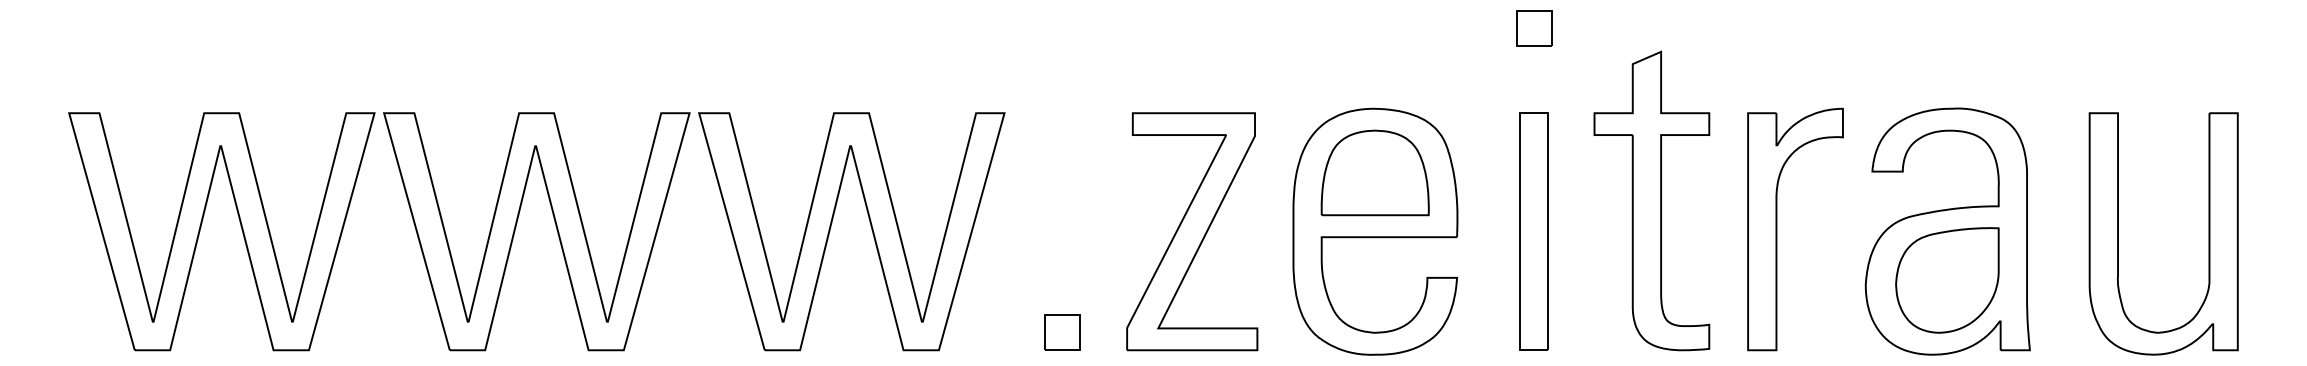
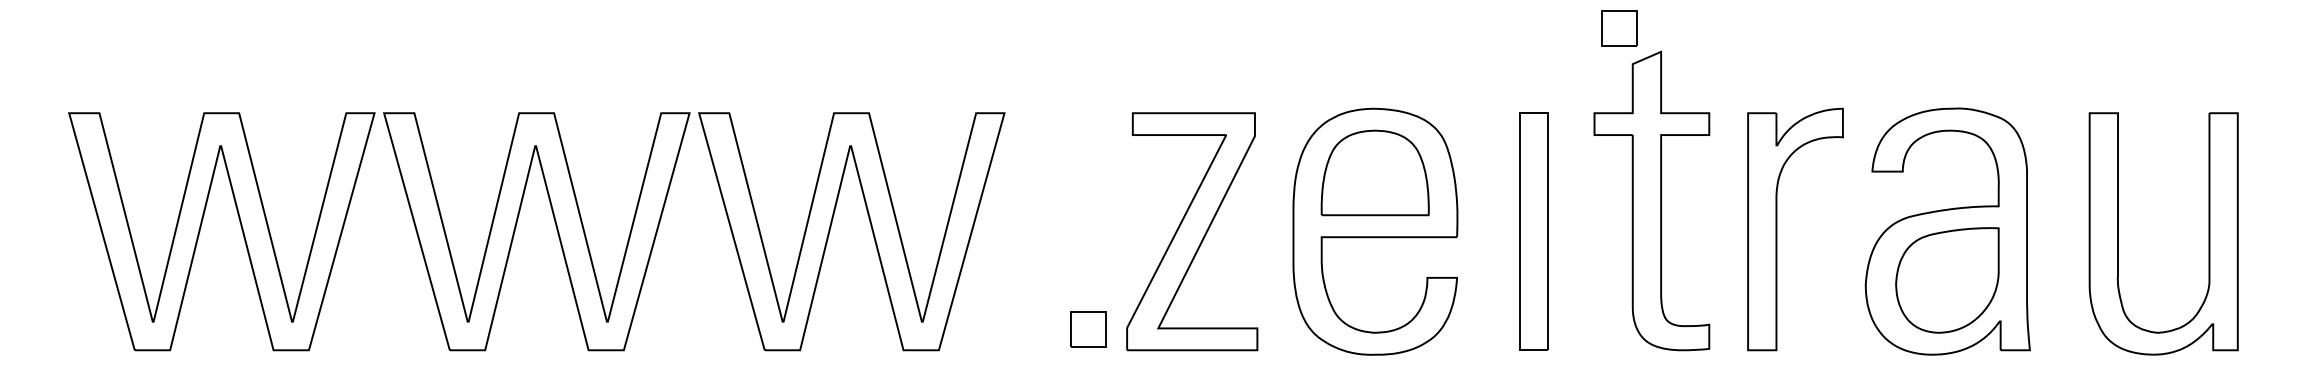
part at (1534, 28) position: (1534, 28) -> (1619, 28)
part at (1062, 332) position: (1062, 332) -> (1088, 329)
